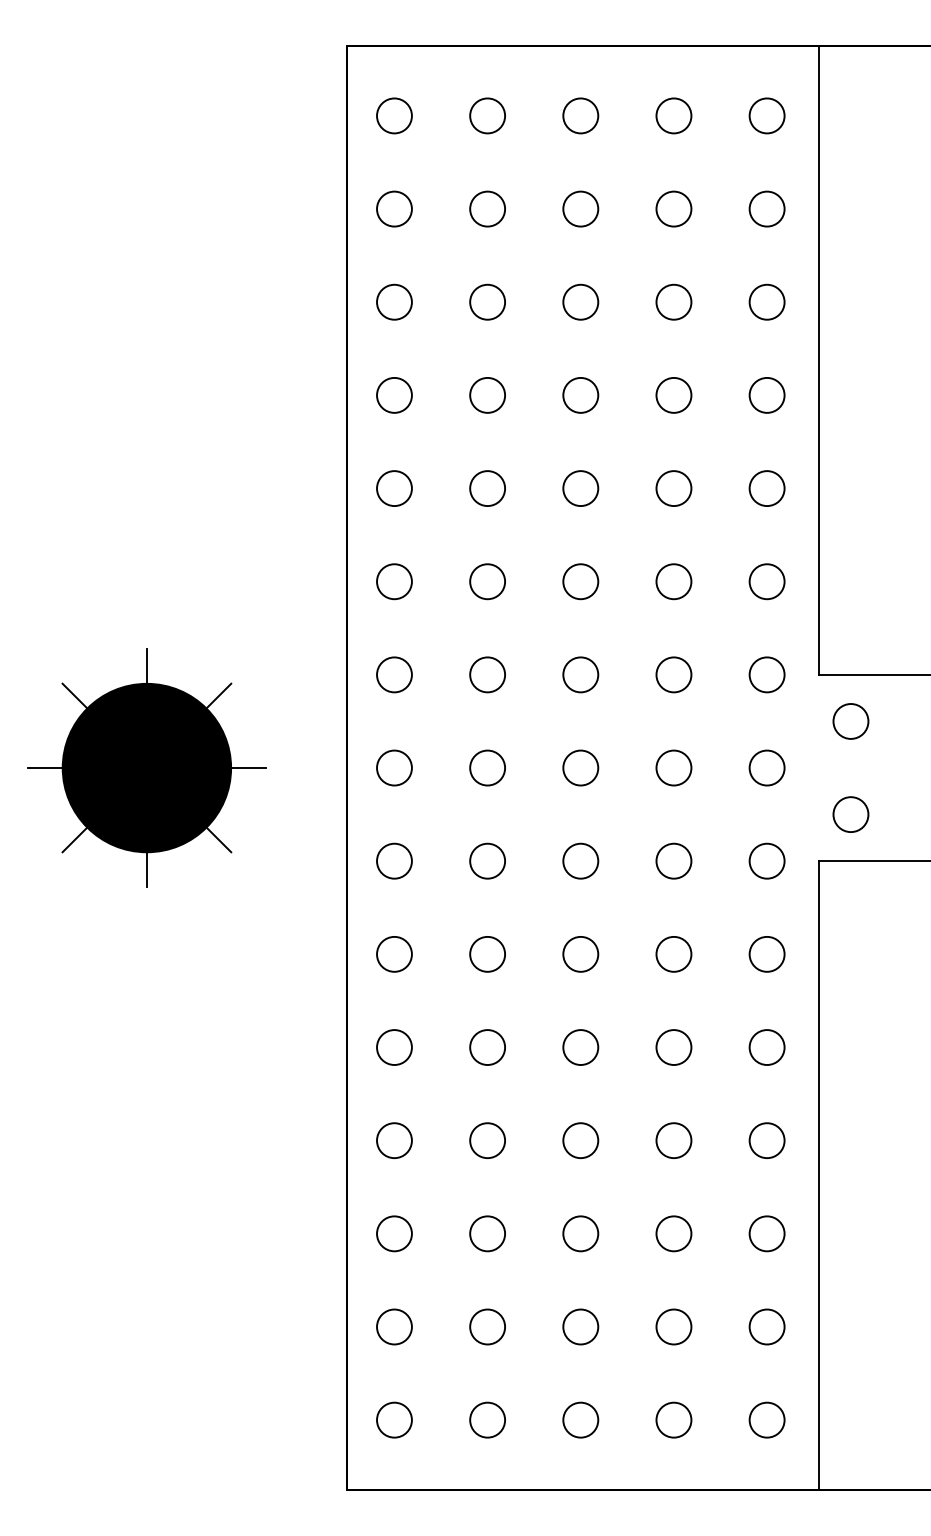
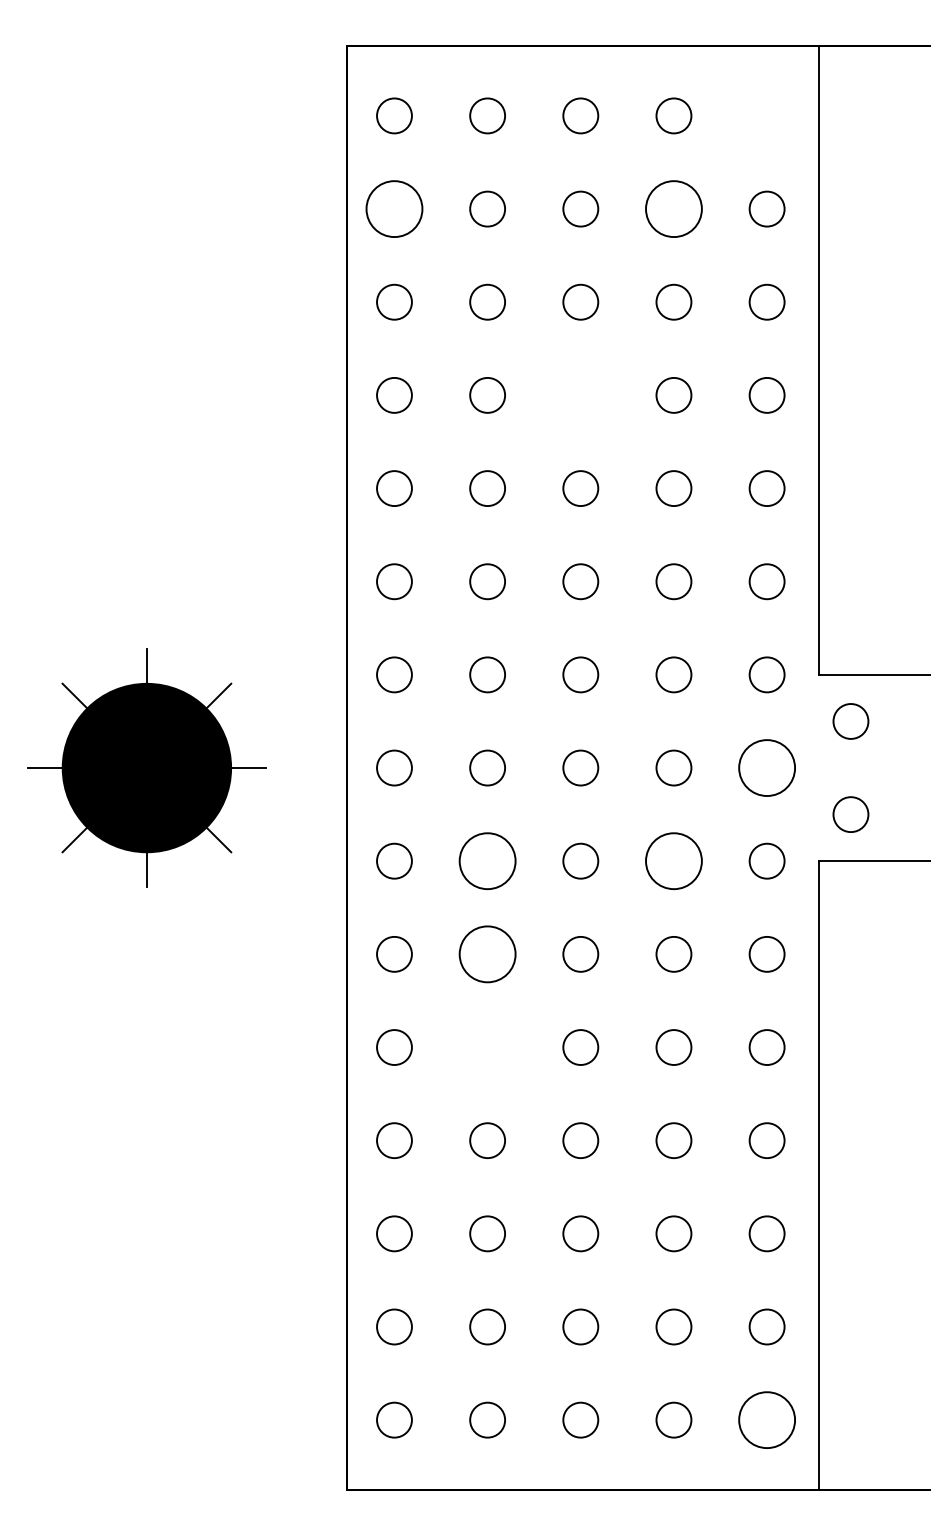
circle at (766, 115): present -> none
circle at (394, 208) diameter: 35 px -> 56 px
circle at (673, 208) diameter: 35 px -> 56 px
circle at (580, 395): present -> none
circle at (766, 767) diameter: 35 px -> 56 px
circle at (487, 860) diameter: 35 px -> 56 px
circle at (673, 860) diameter: 35 px -> 56 px
circle at (487, 953) diameter: 35 px -> 56 px
circle at (487, 1047): present -> none
circle at (766, 1419) diameter: 35 px -> 56 px
